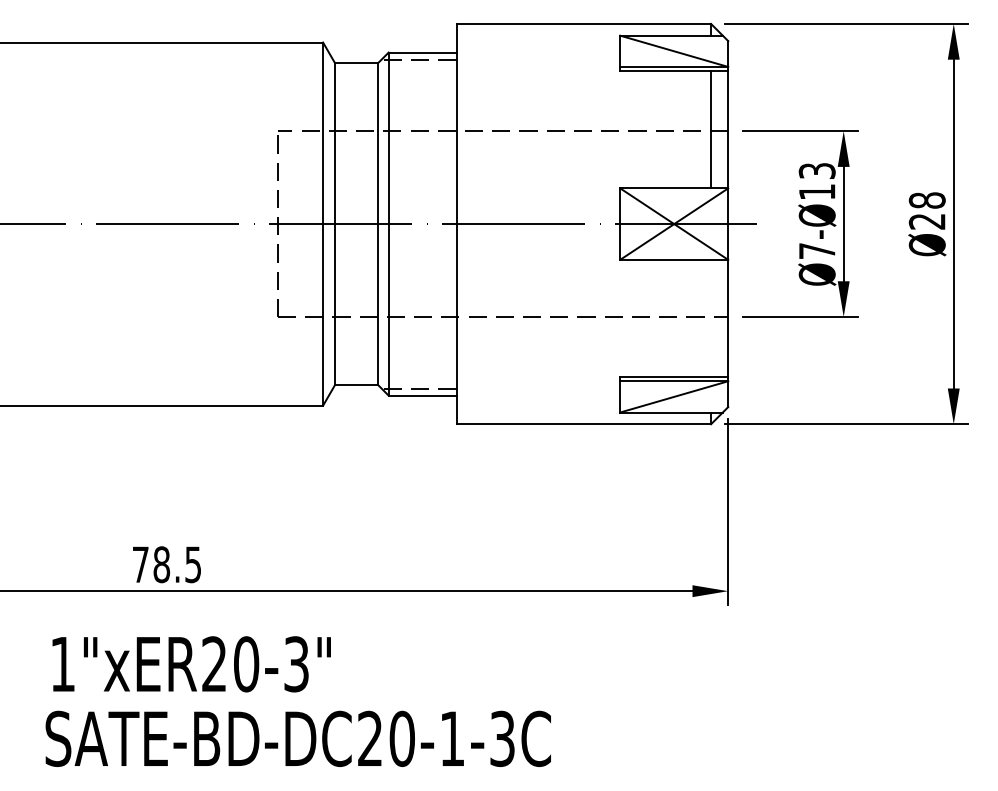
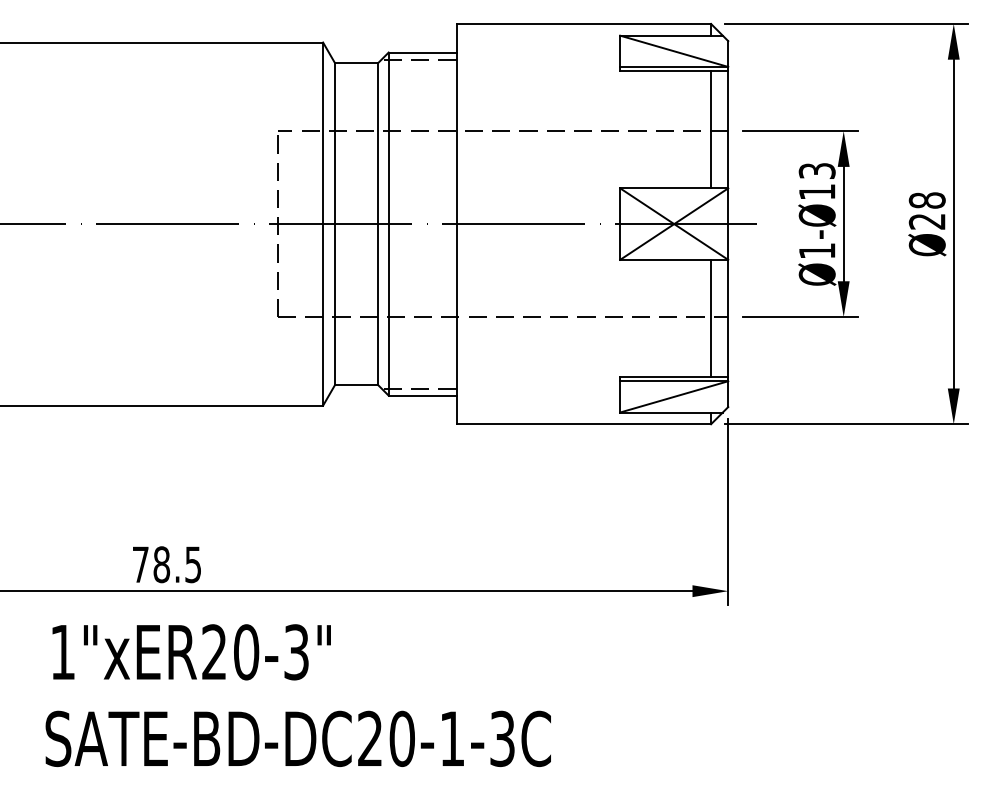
text at (817, 250): Ø7-Ø13 -> Ø1-Ø13
line at (711, 317): none -> present
text at (191, 664) position: (191, 664) -> (191, 652)
